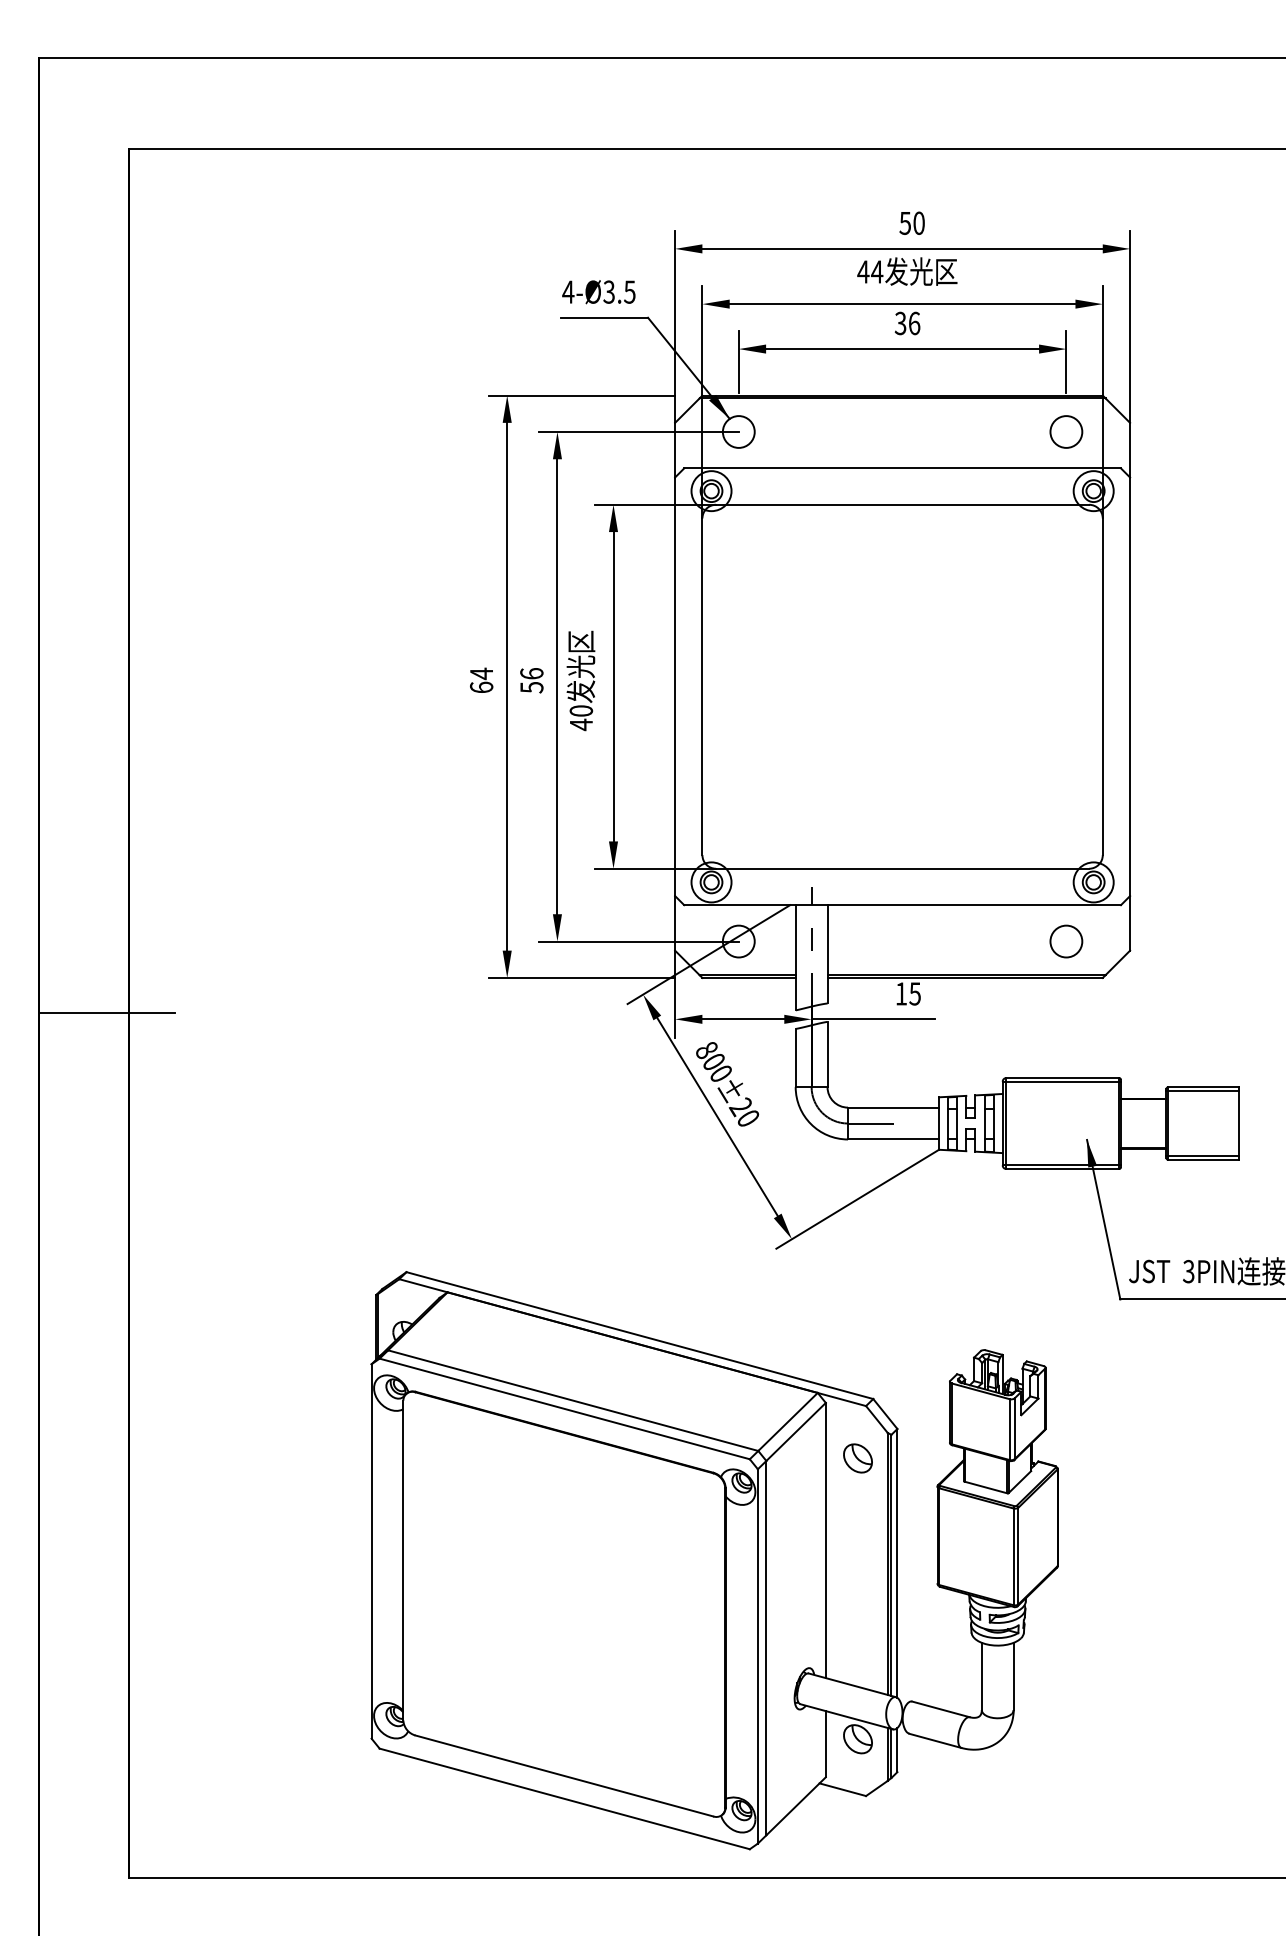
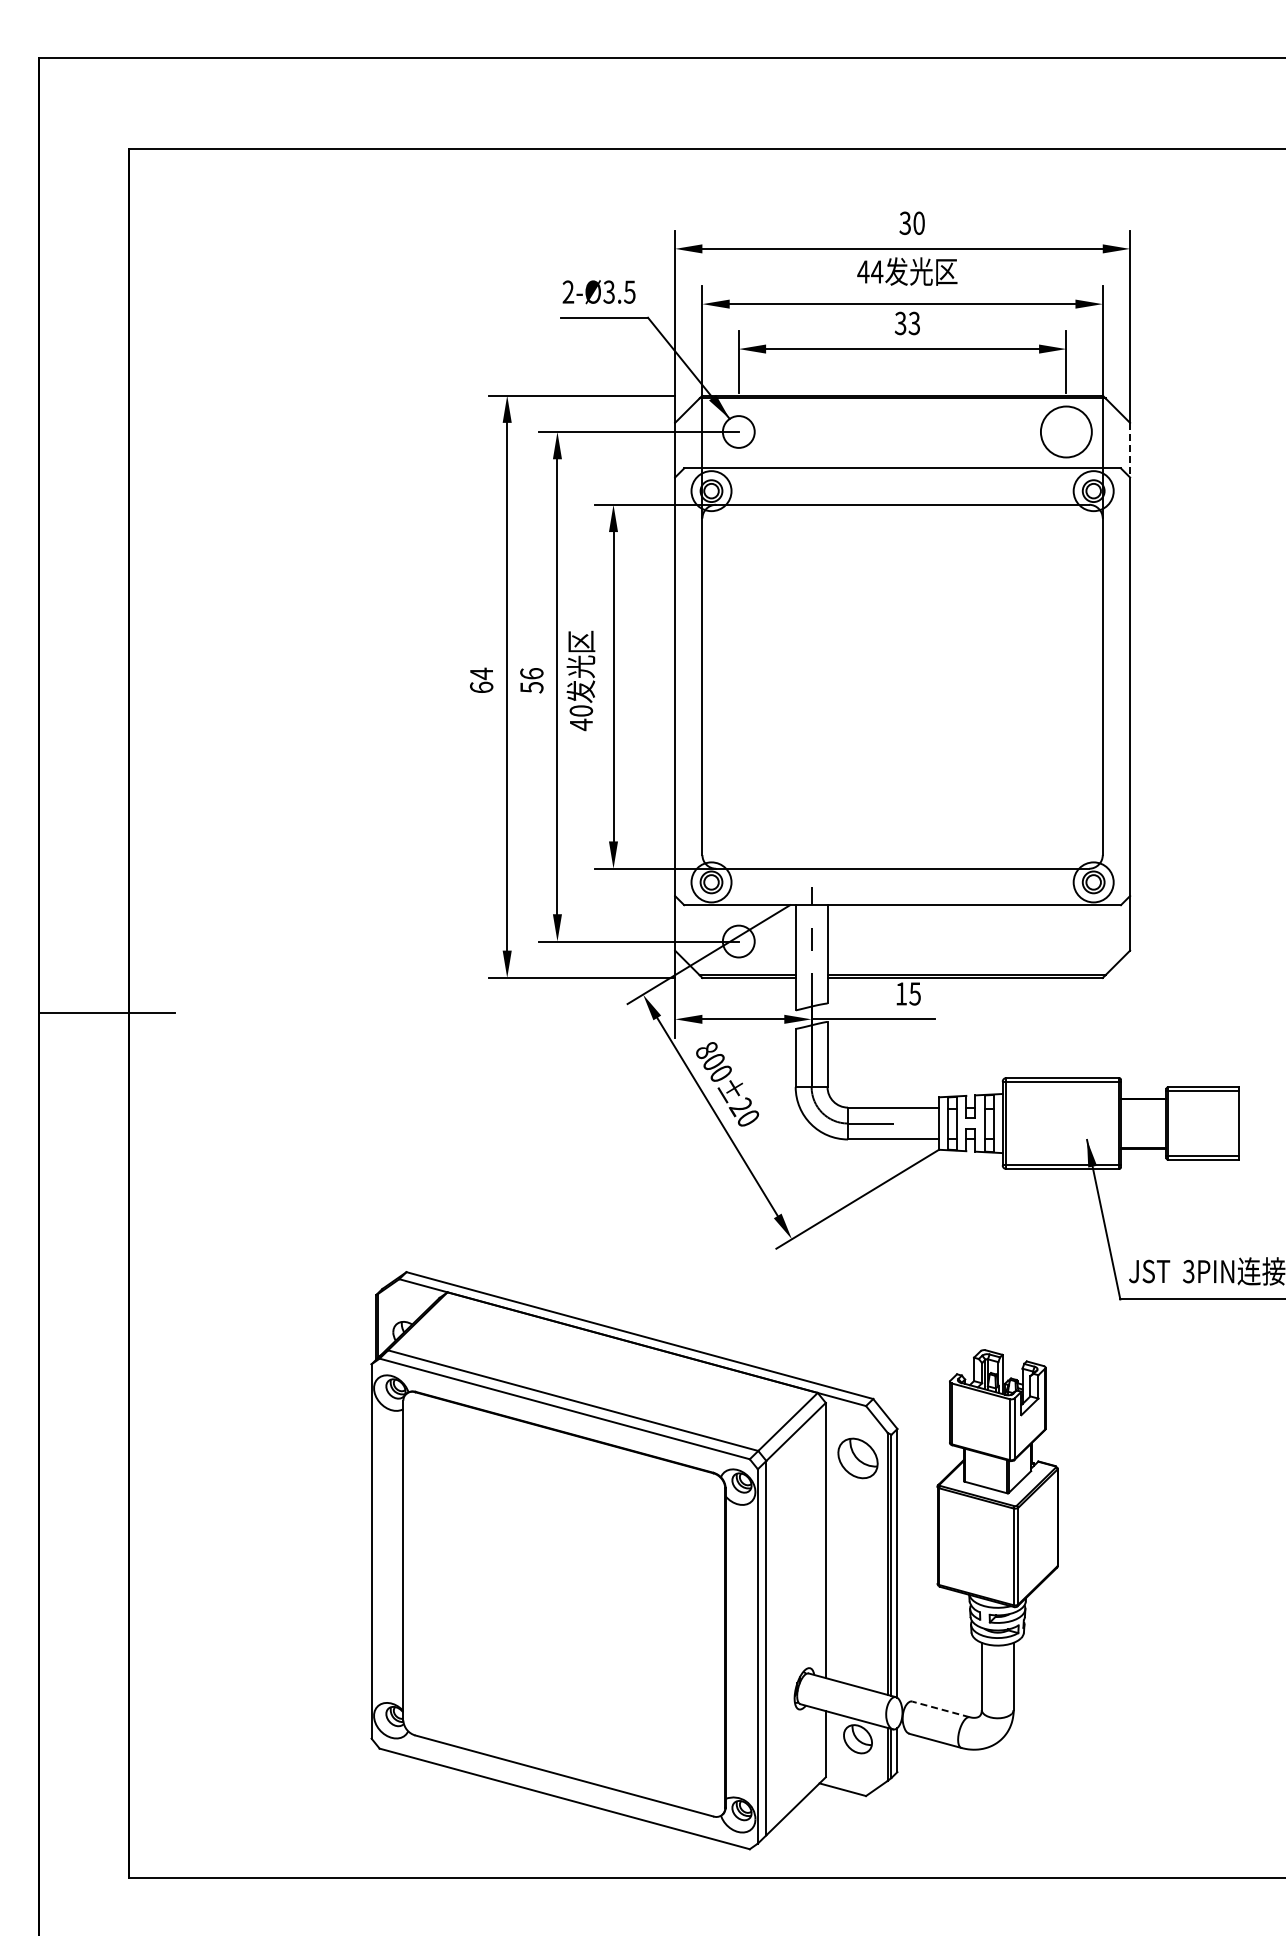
text at (904, 222): 50 -> 30
text at (568, 291): 4-Ø3.5 -> 2-Ø3.5
text at (914, 323): 36 -> 33
circle at (1066, 431) diameter: 32 px -> 51 px
line at (1130, 450): solid -> dashed
circle at (1066, 941): present -> none
part at (857, 1458) size: 30x31 px -> 42x43 px
line at (941, 1709): solid -> dashed
